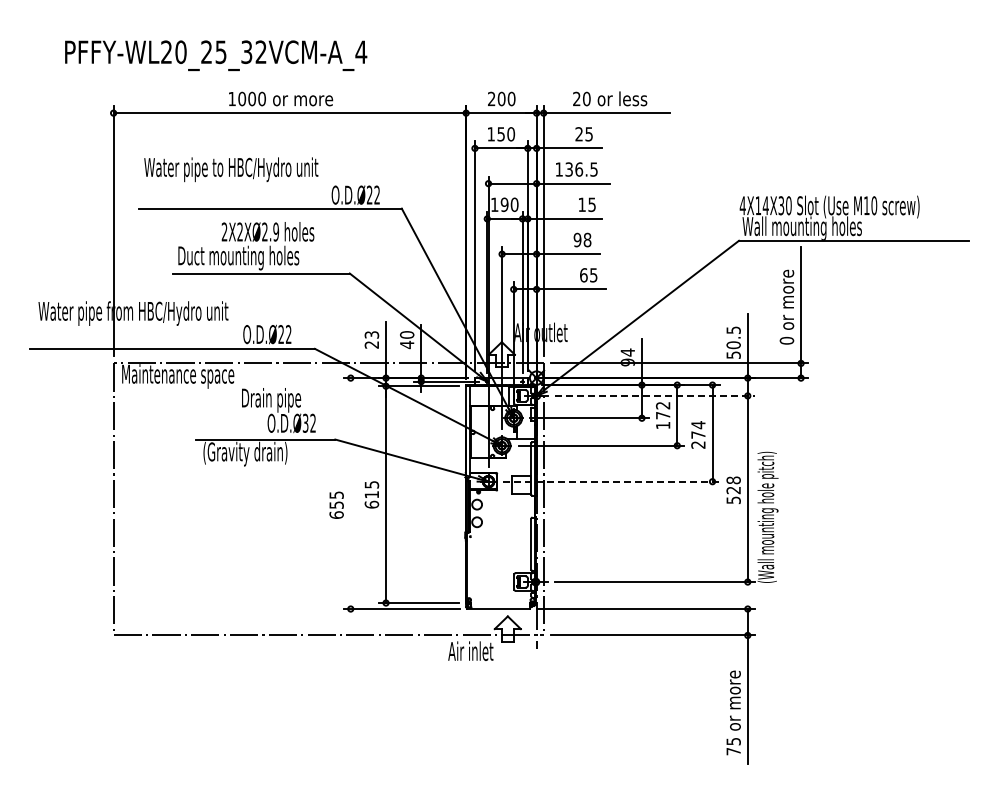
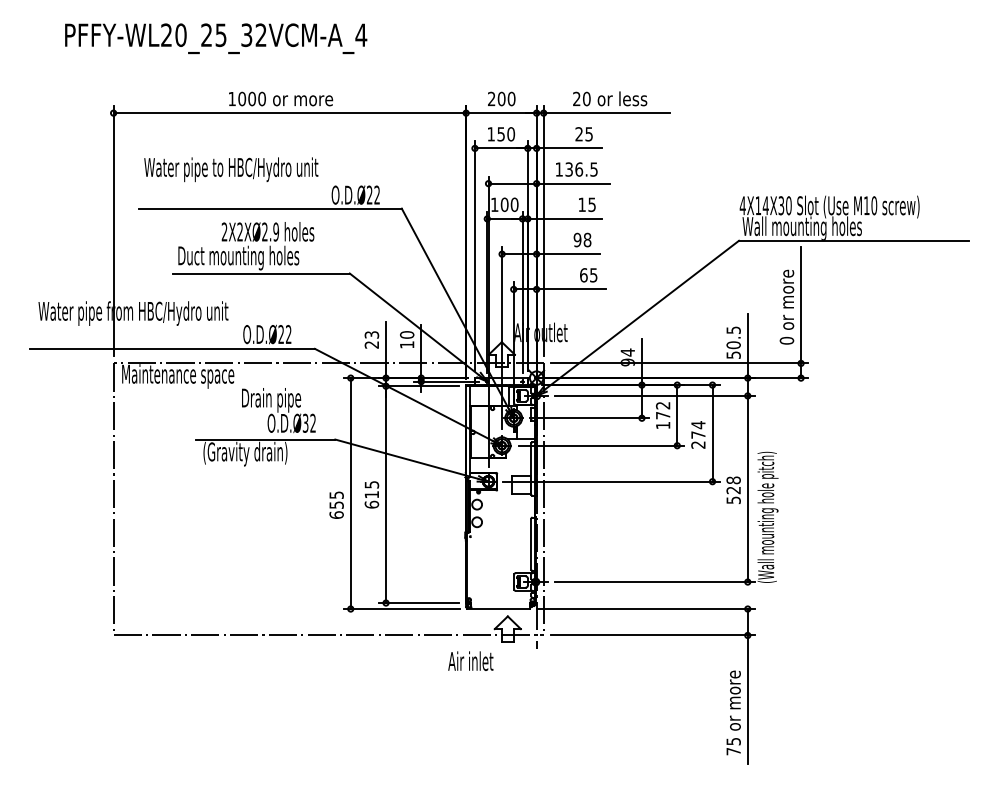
text at (216, 55) position: (216, 55) -> (216, 38)
text at (504, 204): 190 -> 100
text at (407, 344): 40 -> 10
line at (655, 395): dashed -> solid
line at (611, 481): dashed -> solid
line at (350, 493): none -> present
text at (470, 650) position: (470, 650) -> (470, 660)
